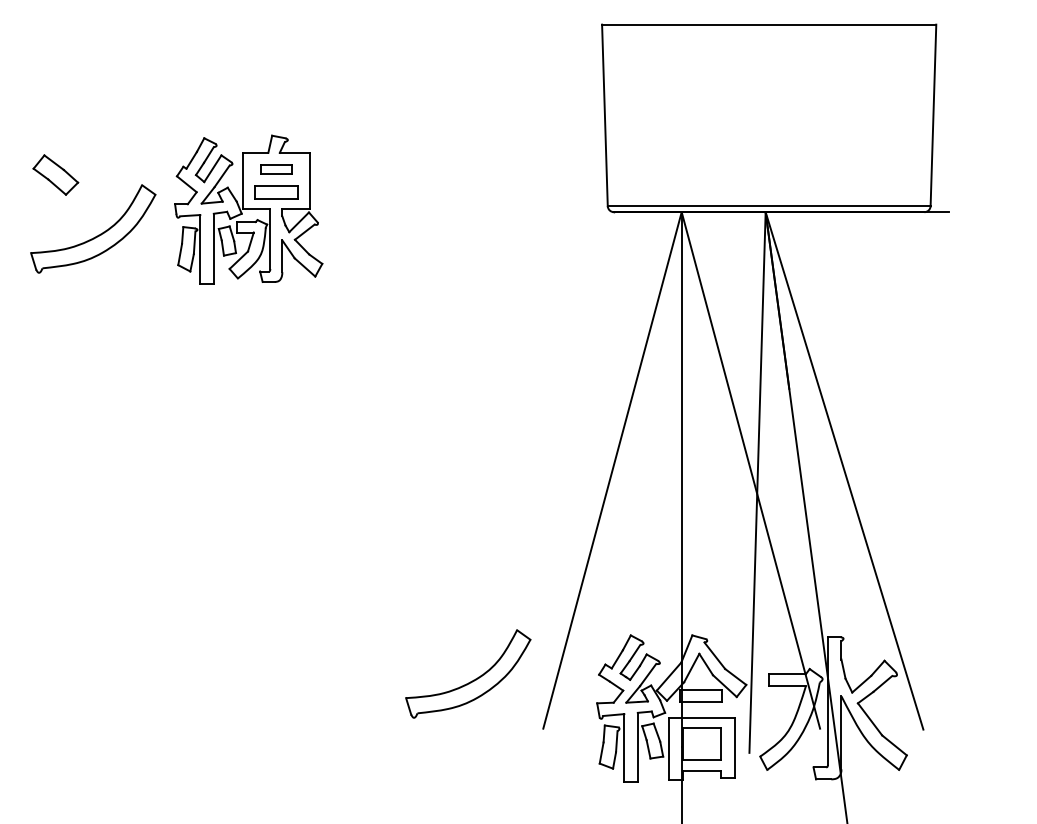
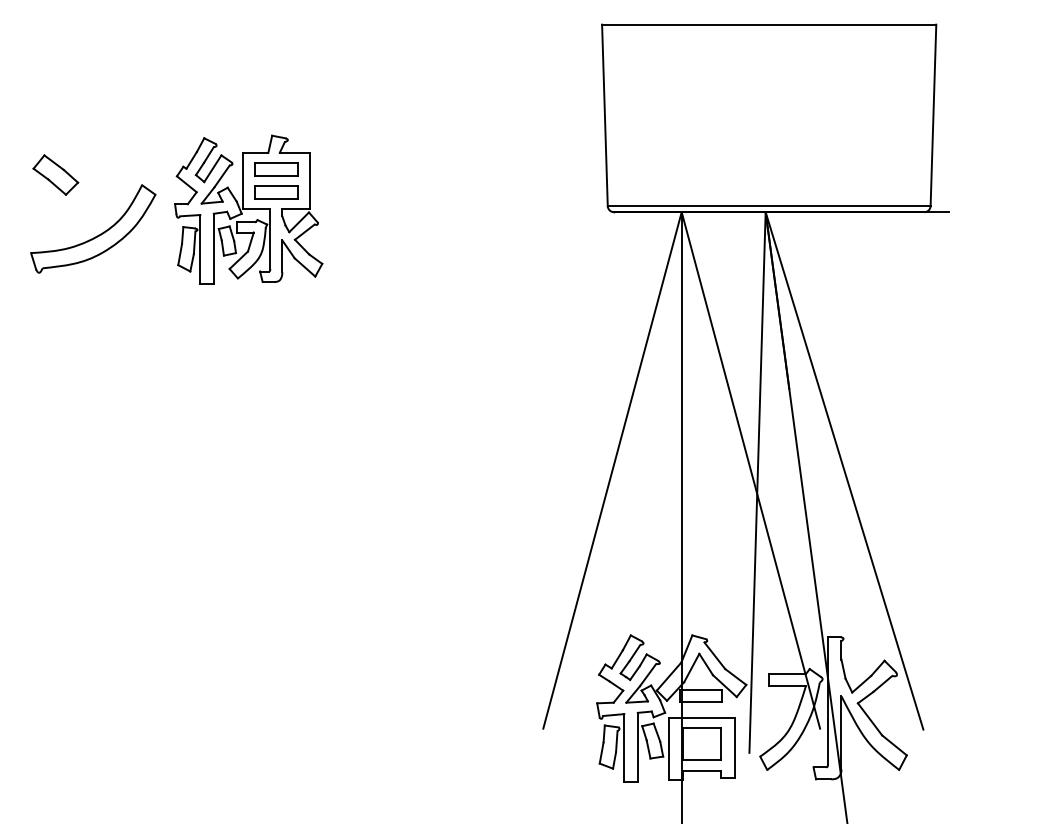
part at (276, 169) size: 33x11 px -> 45x15 px
part at (473, 679): present -> none
